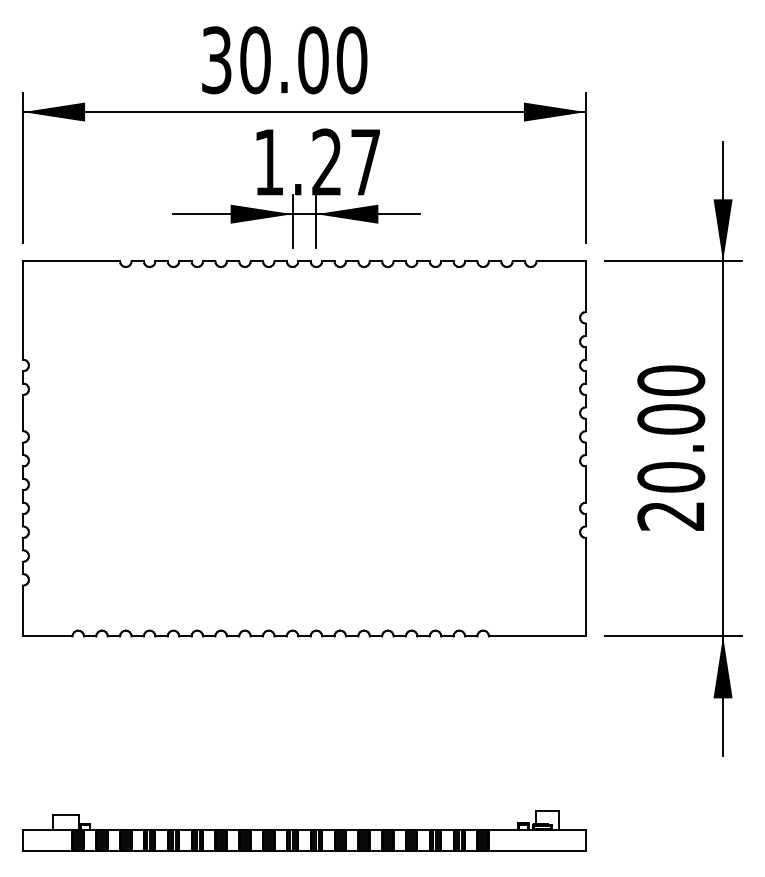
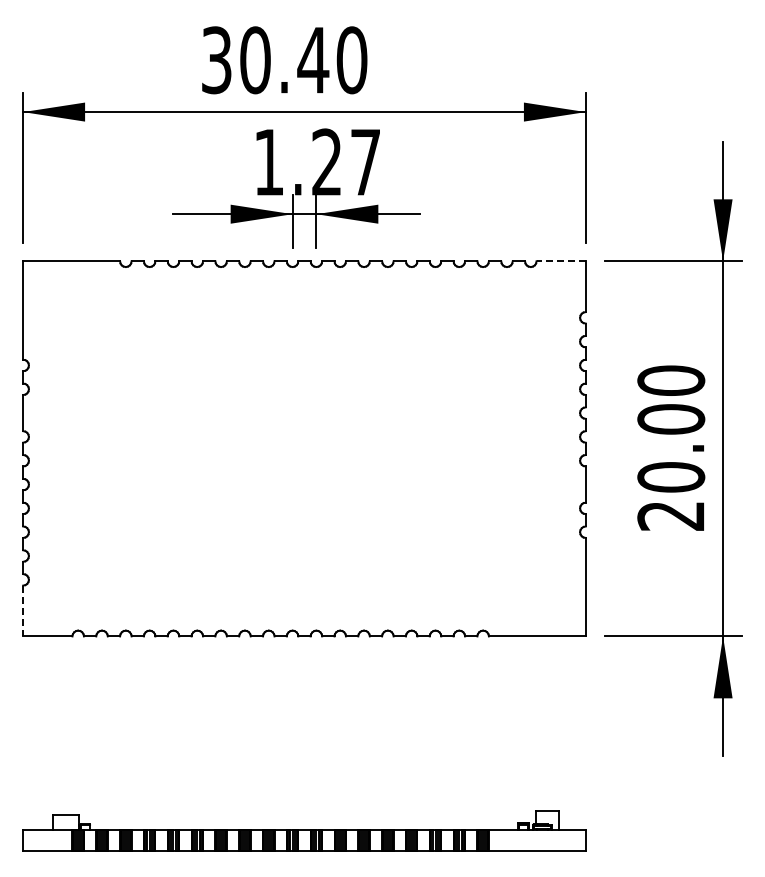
text at (313, 60): 30.00 -> 30.40
line at (561, 261): solid -> dashed
line at (23, 611): solid -> dashed
